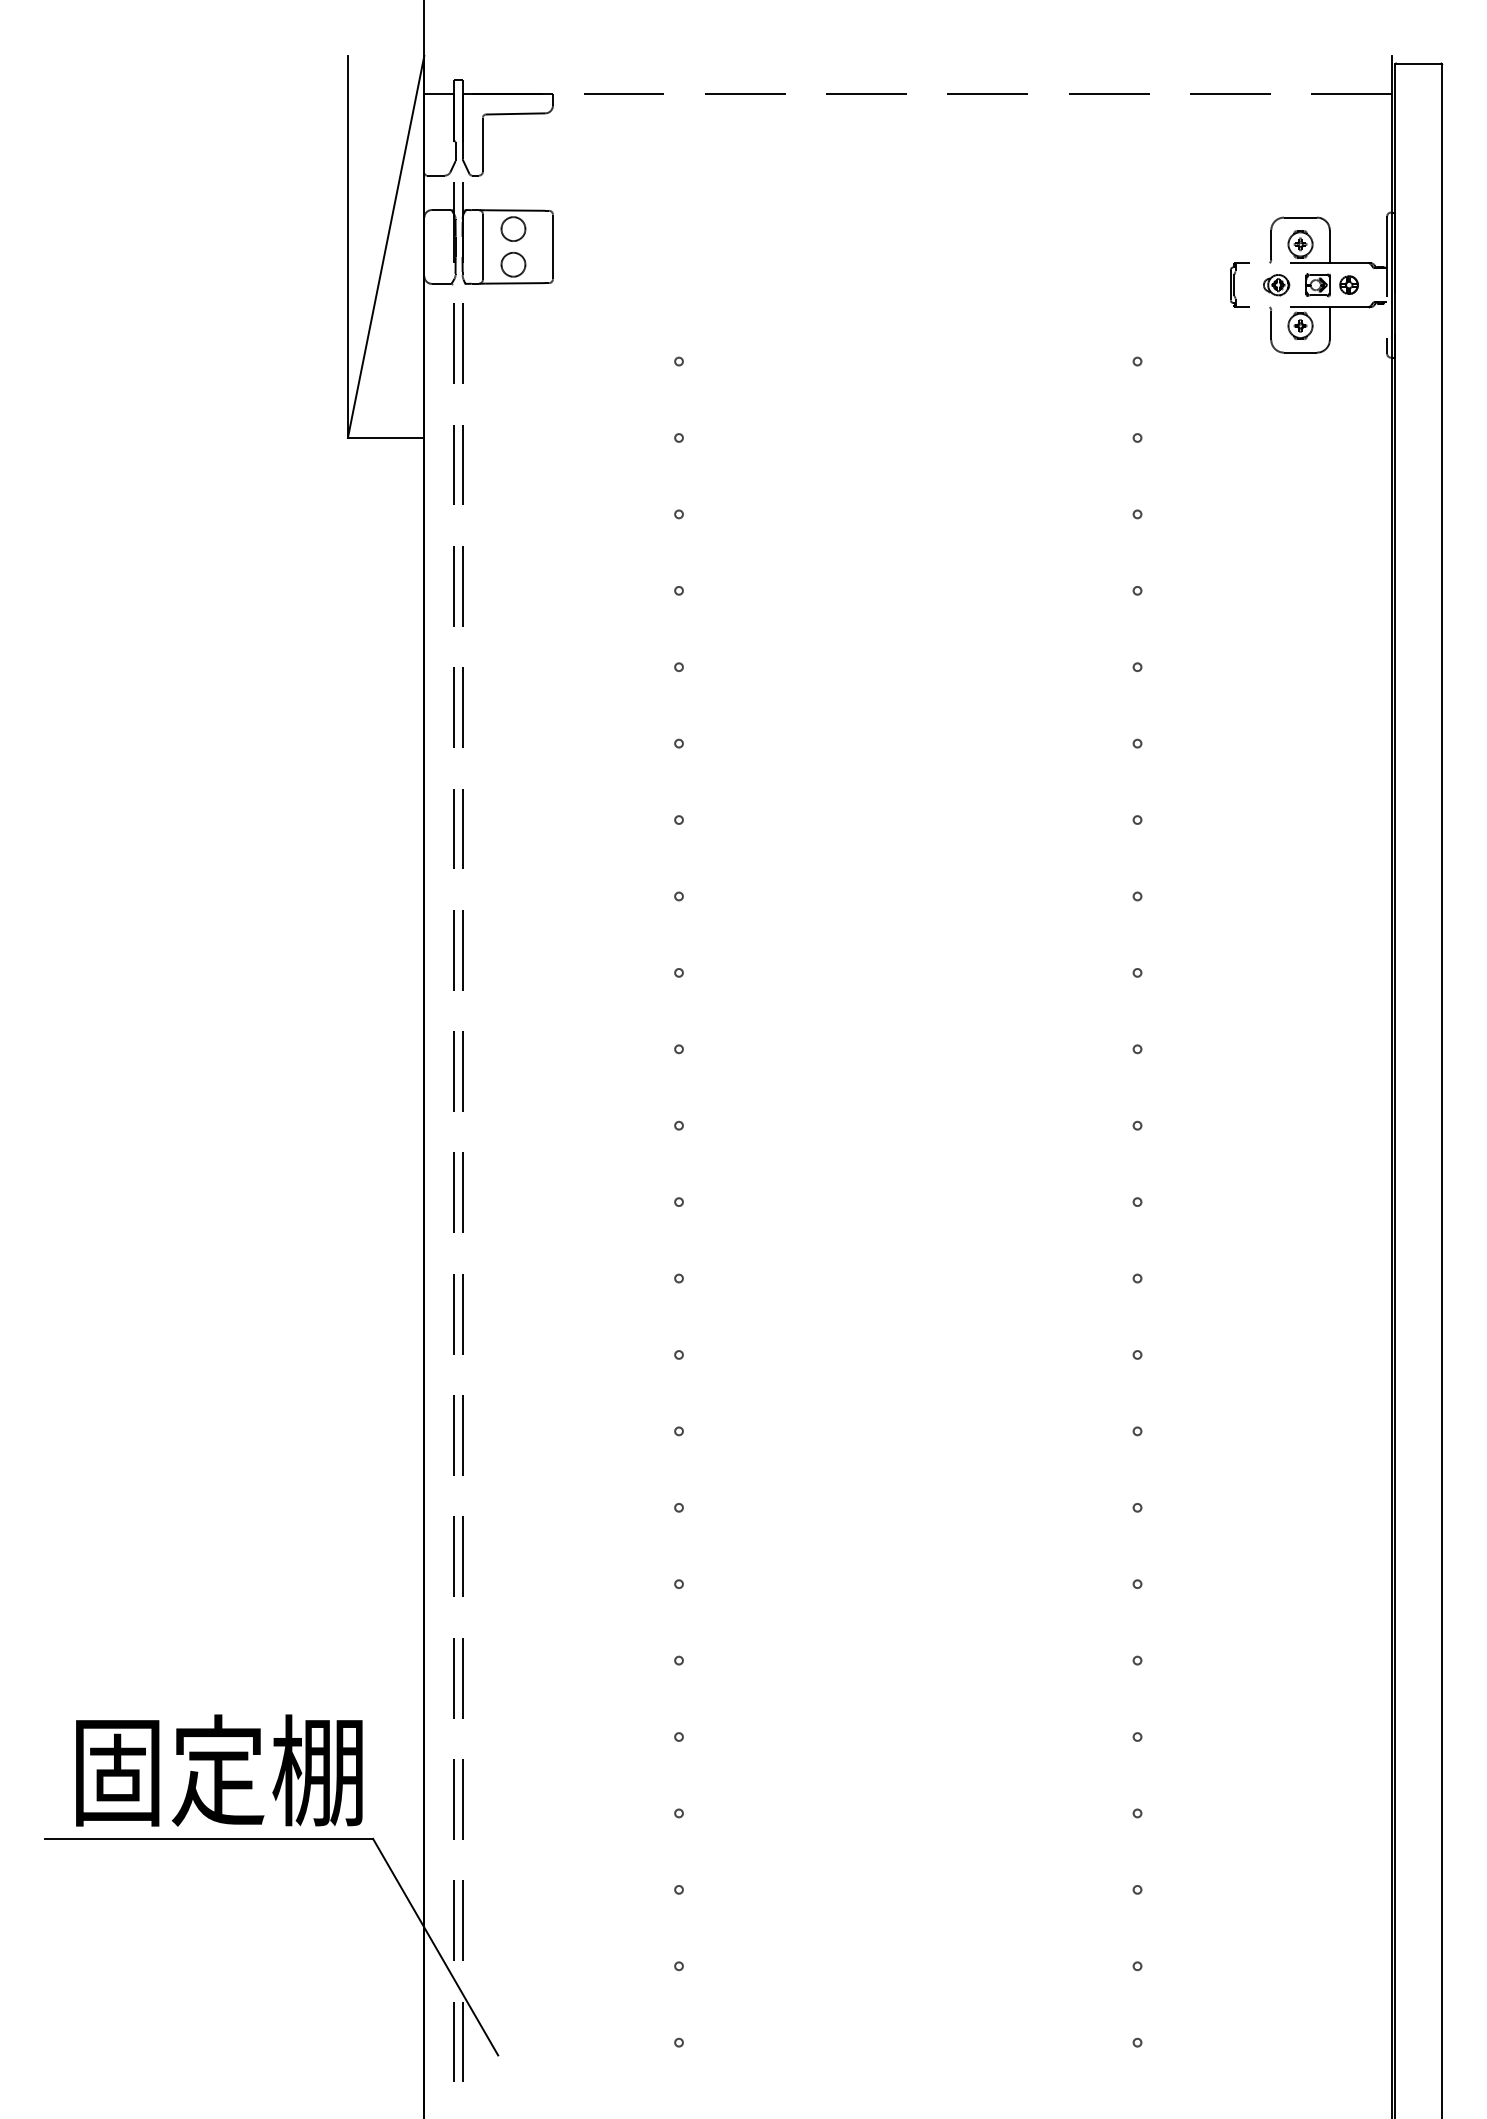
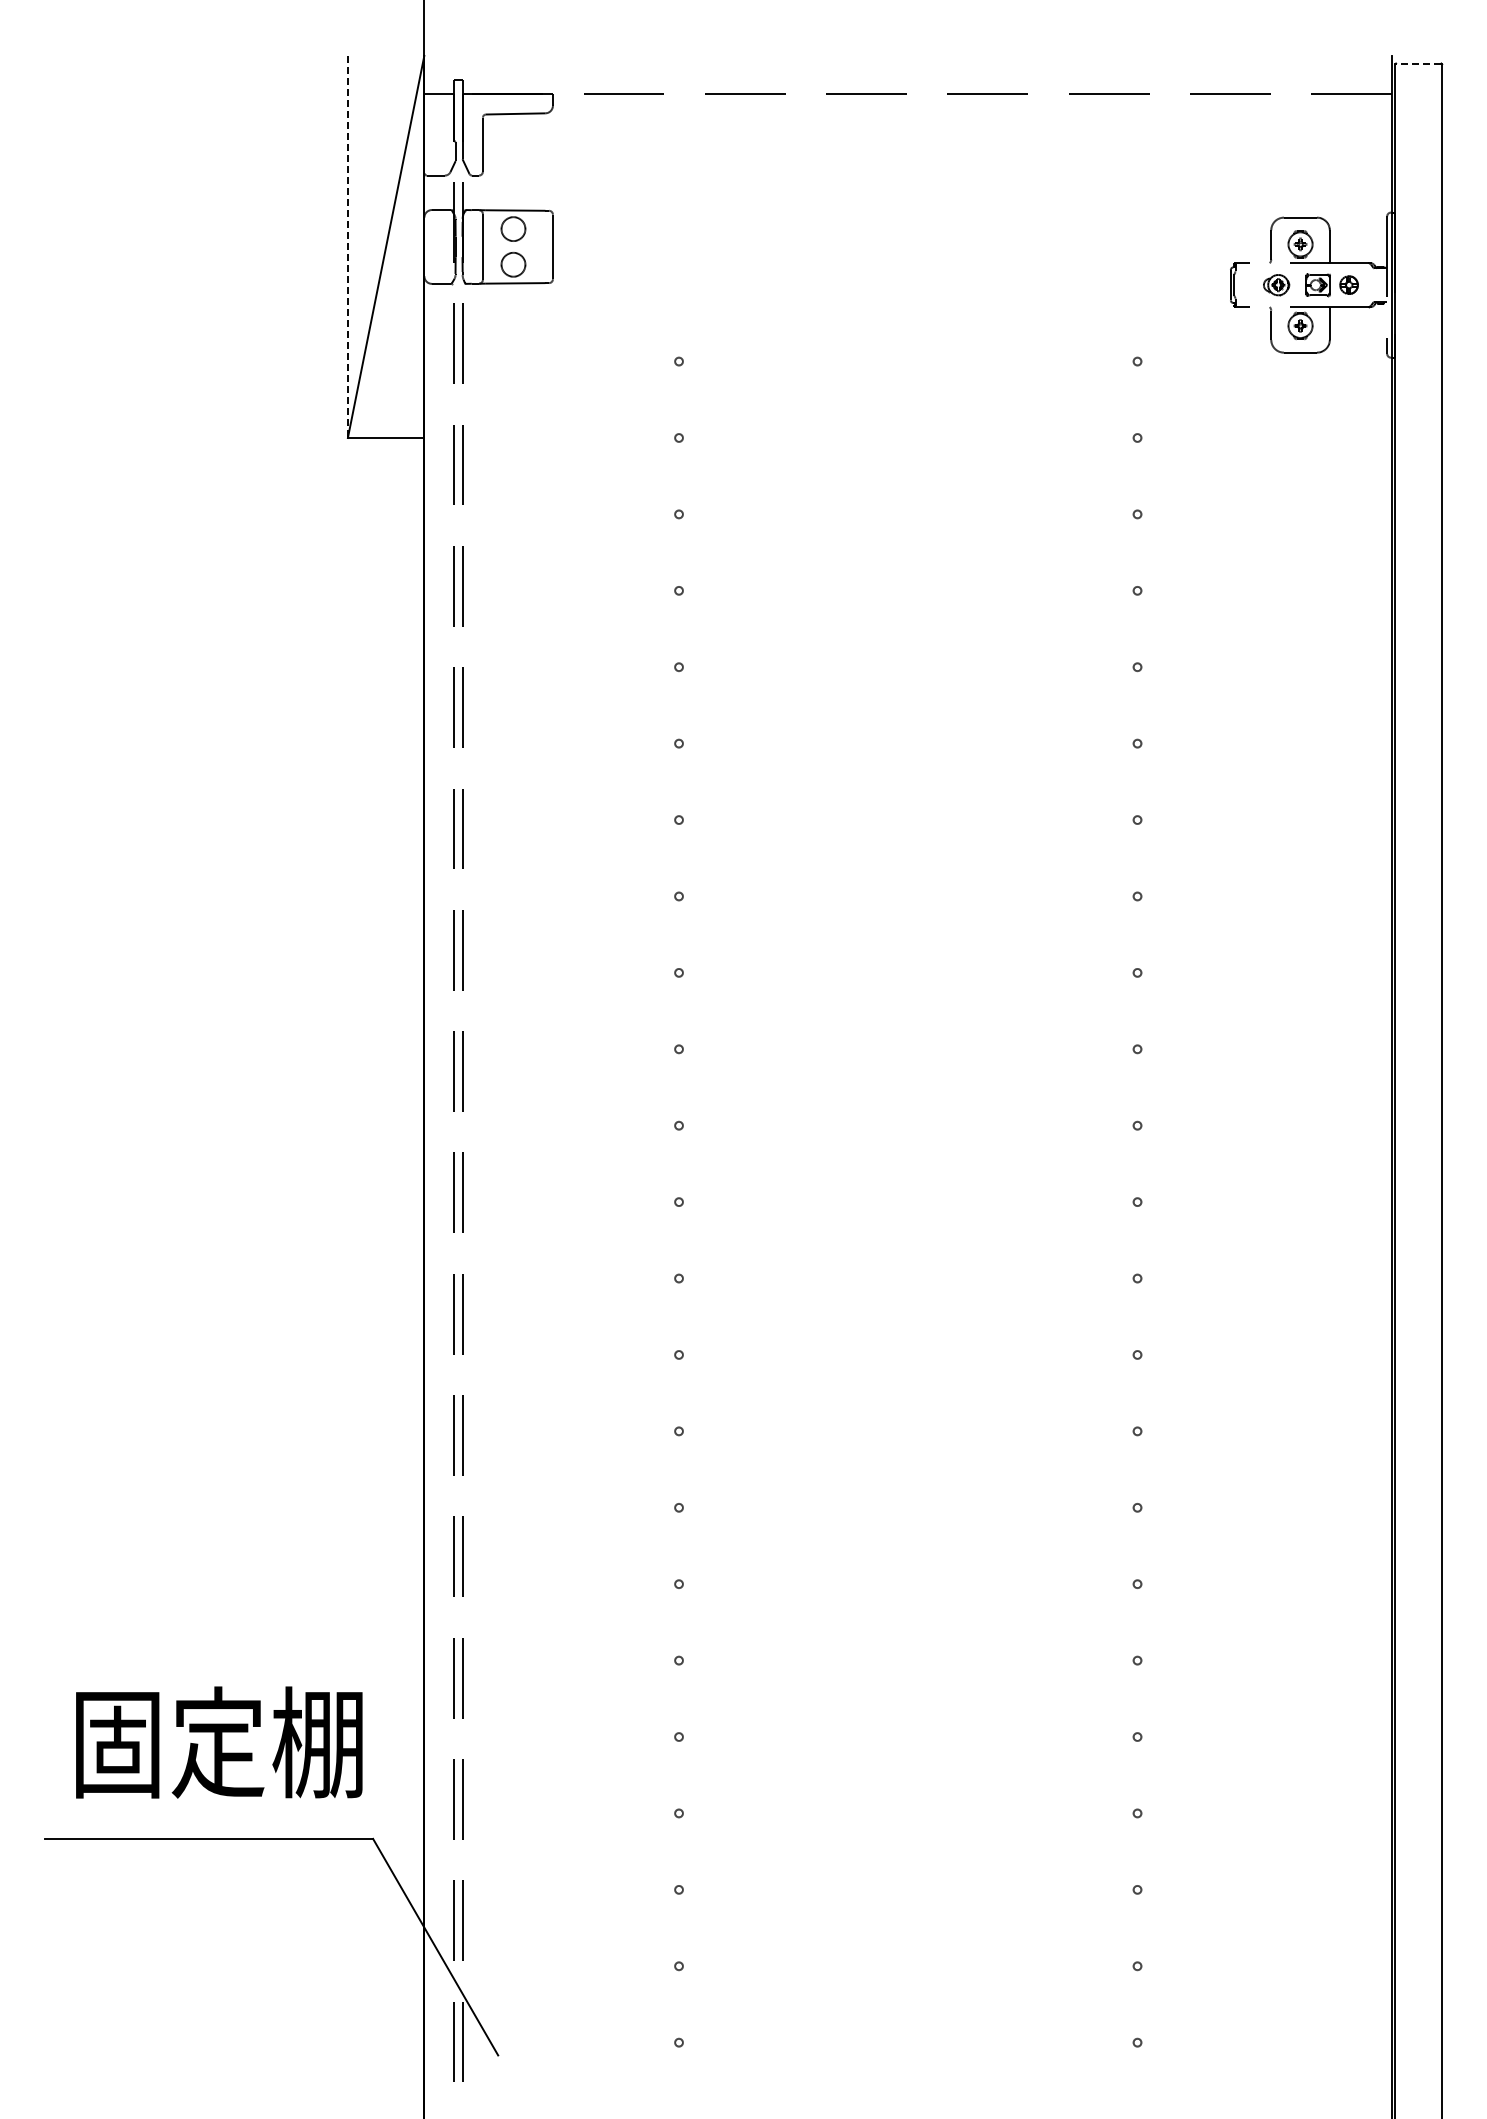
line at (1418, 63): solid -> dashed
line at (347, 247): solid -> dashed
text at (219, 1770) position: (219, 1770) -> (219, 1742)
